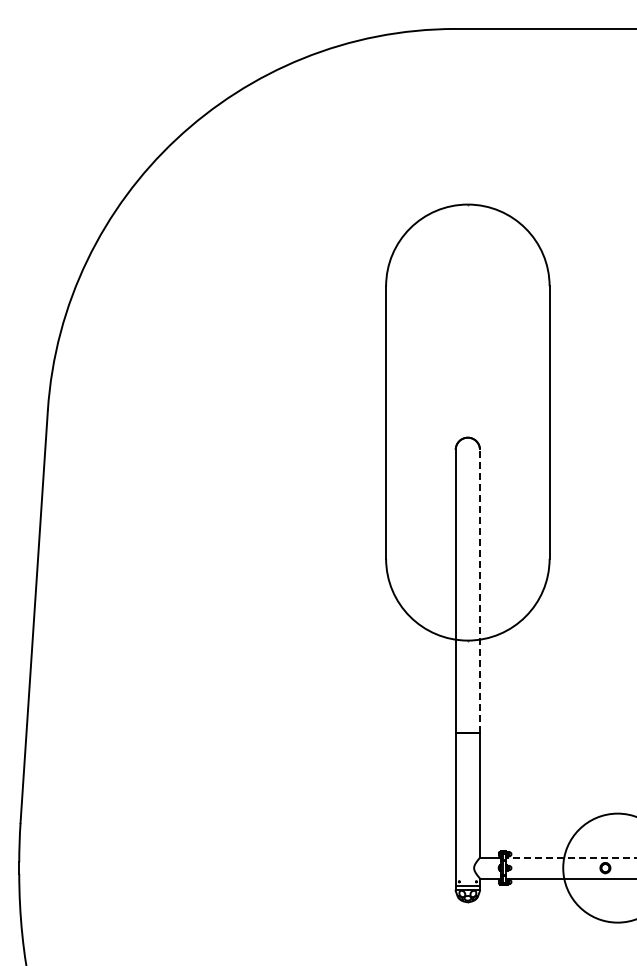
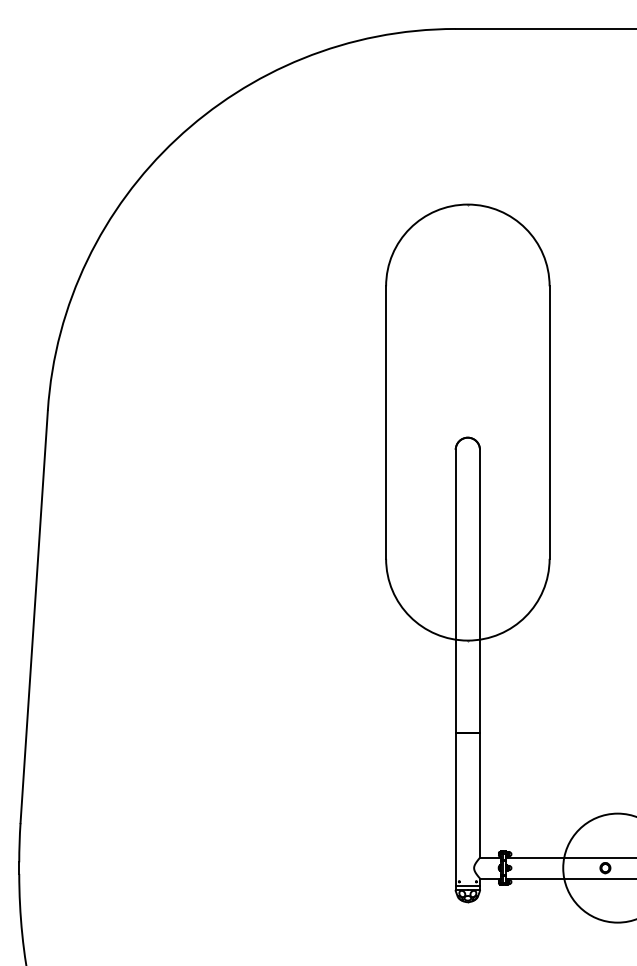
line at (479, 591): dashed -> solid
line at (570, 857): dashed -> solid
